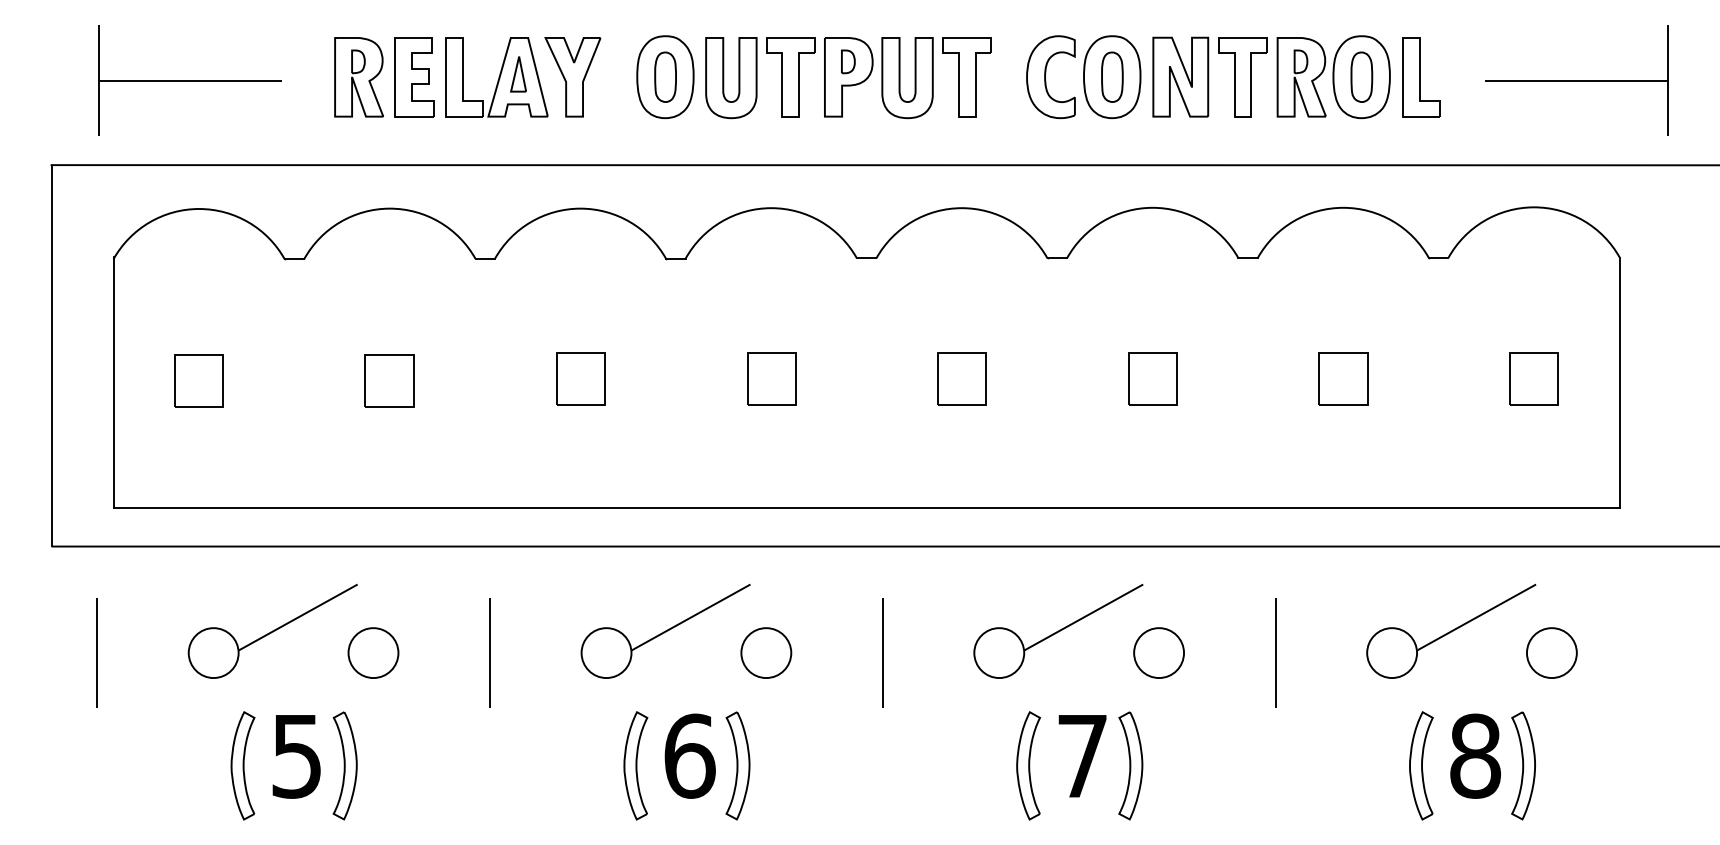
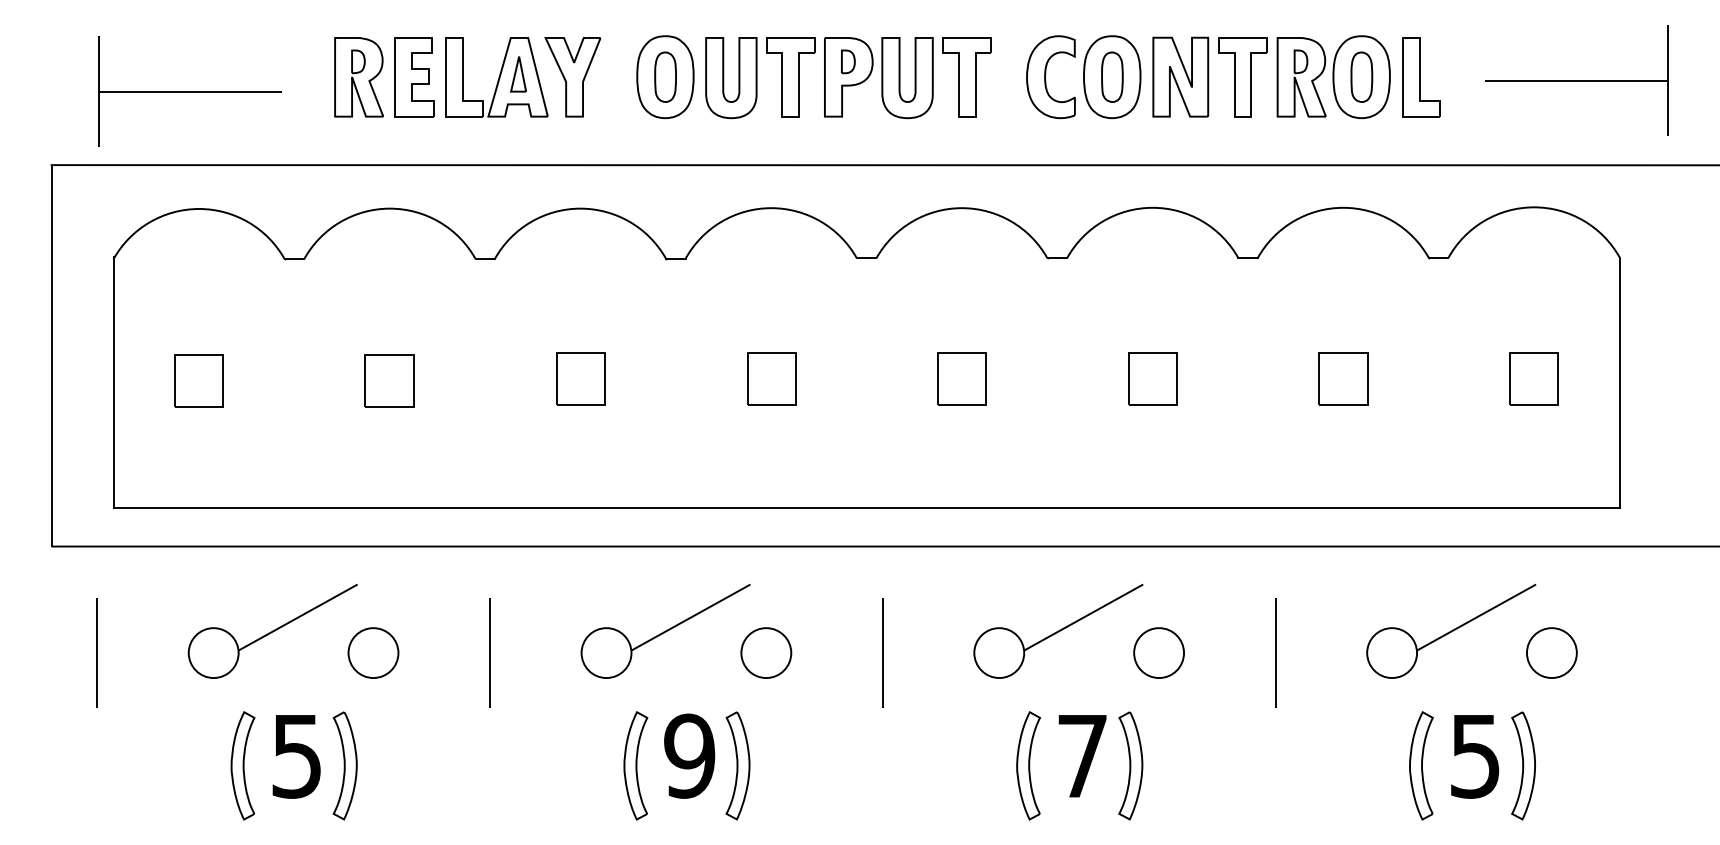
part at (189, 80) position: (189, 80) -> (189, 91)
text at (689, 755): 6 -> 9
text at (1475, 755): 8 -> 5
